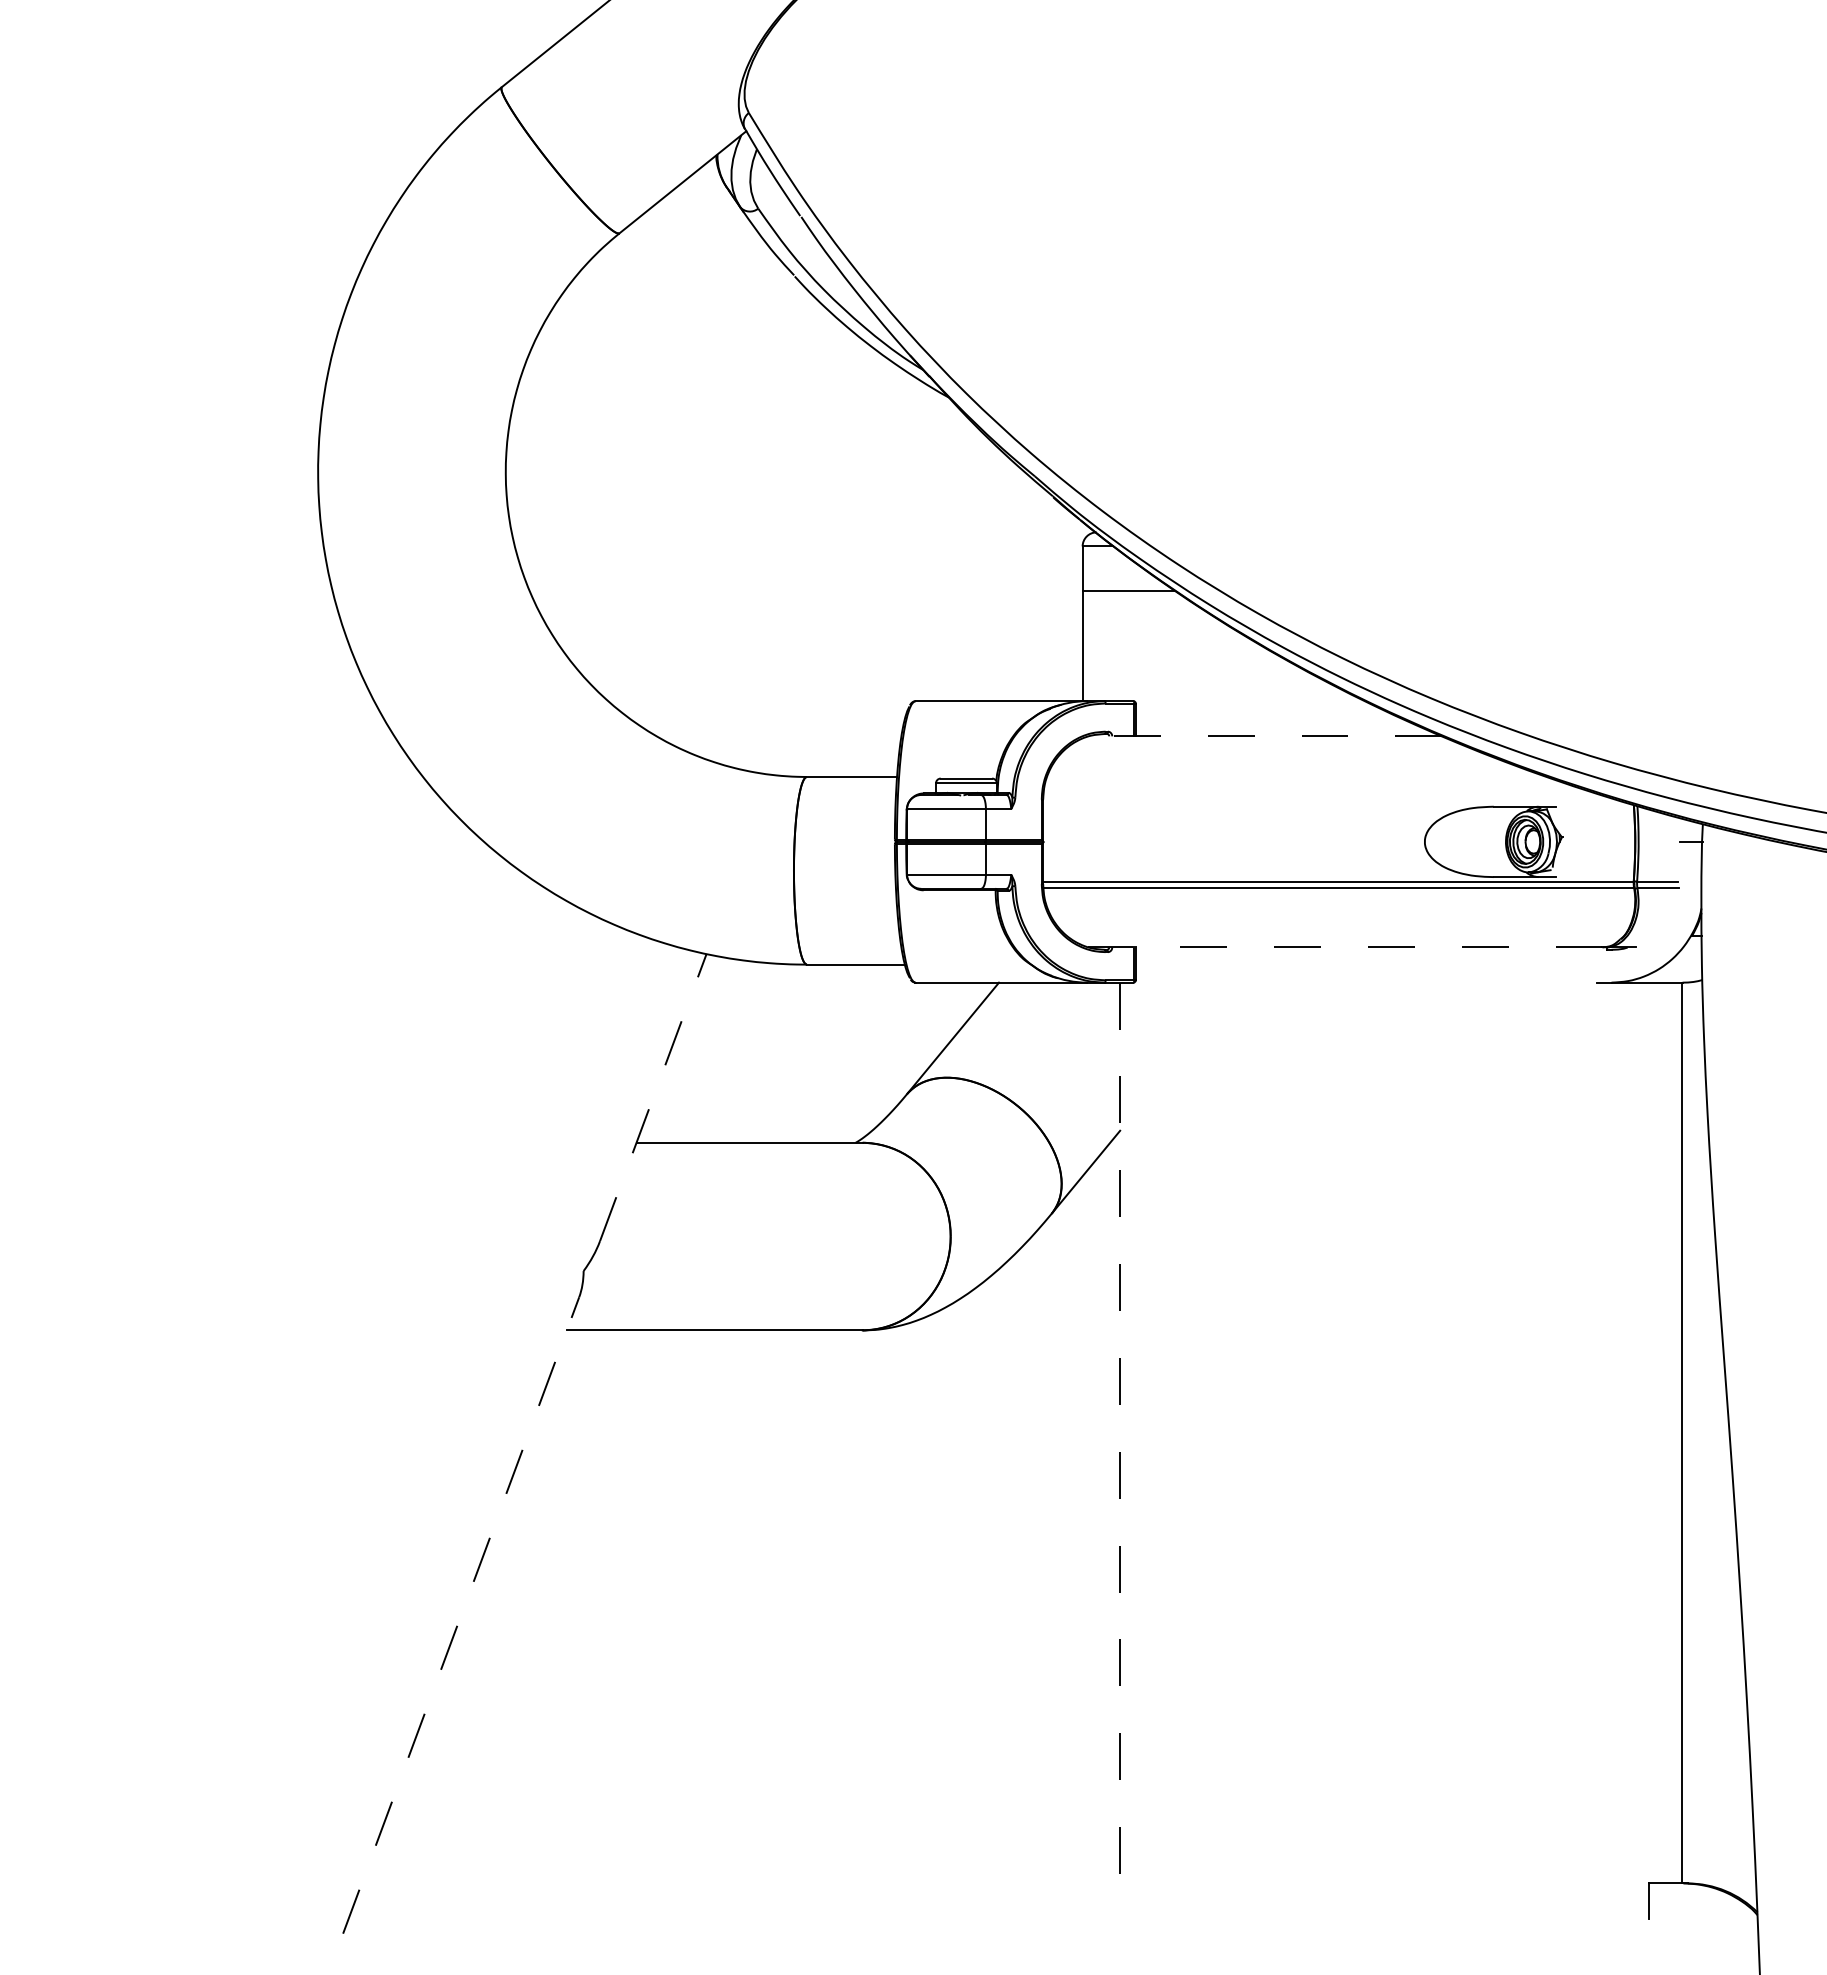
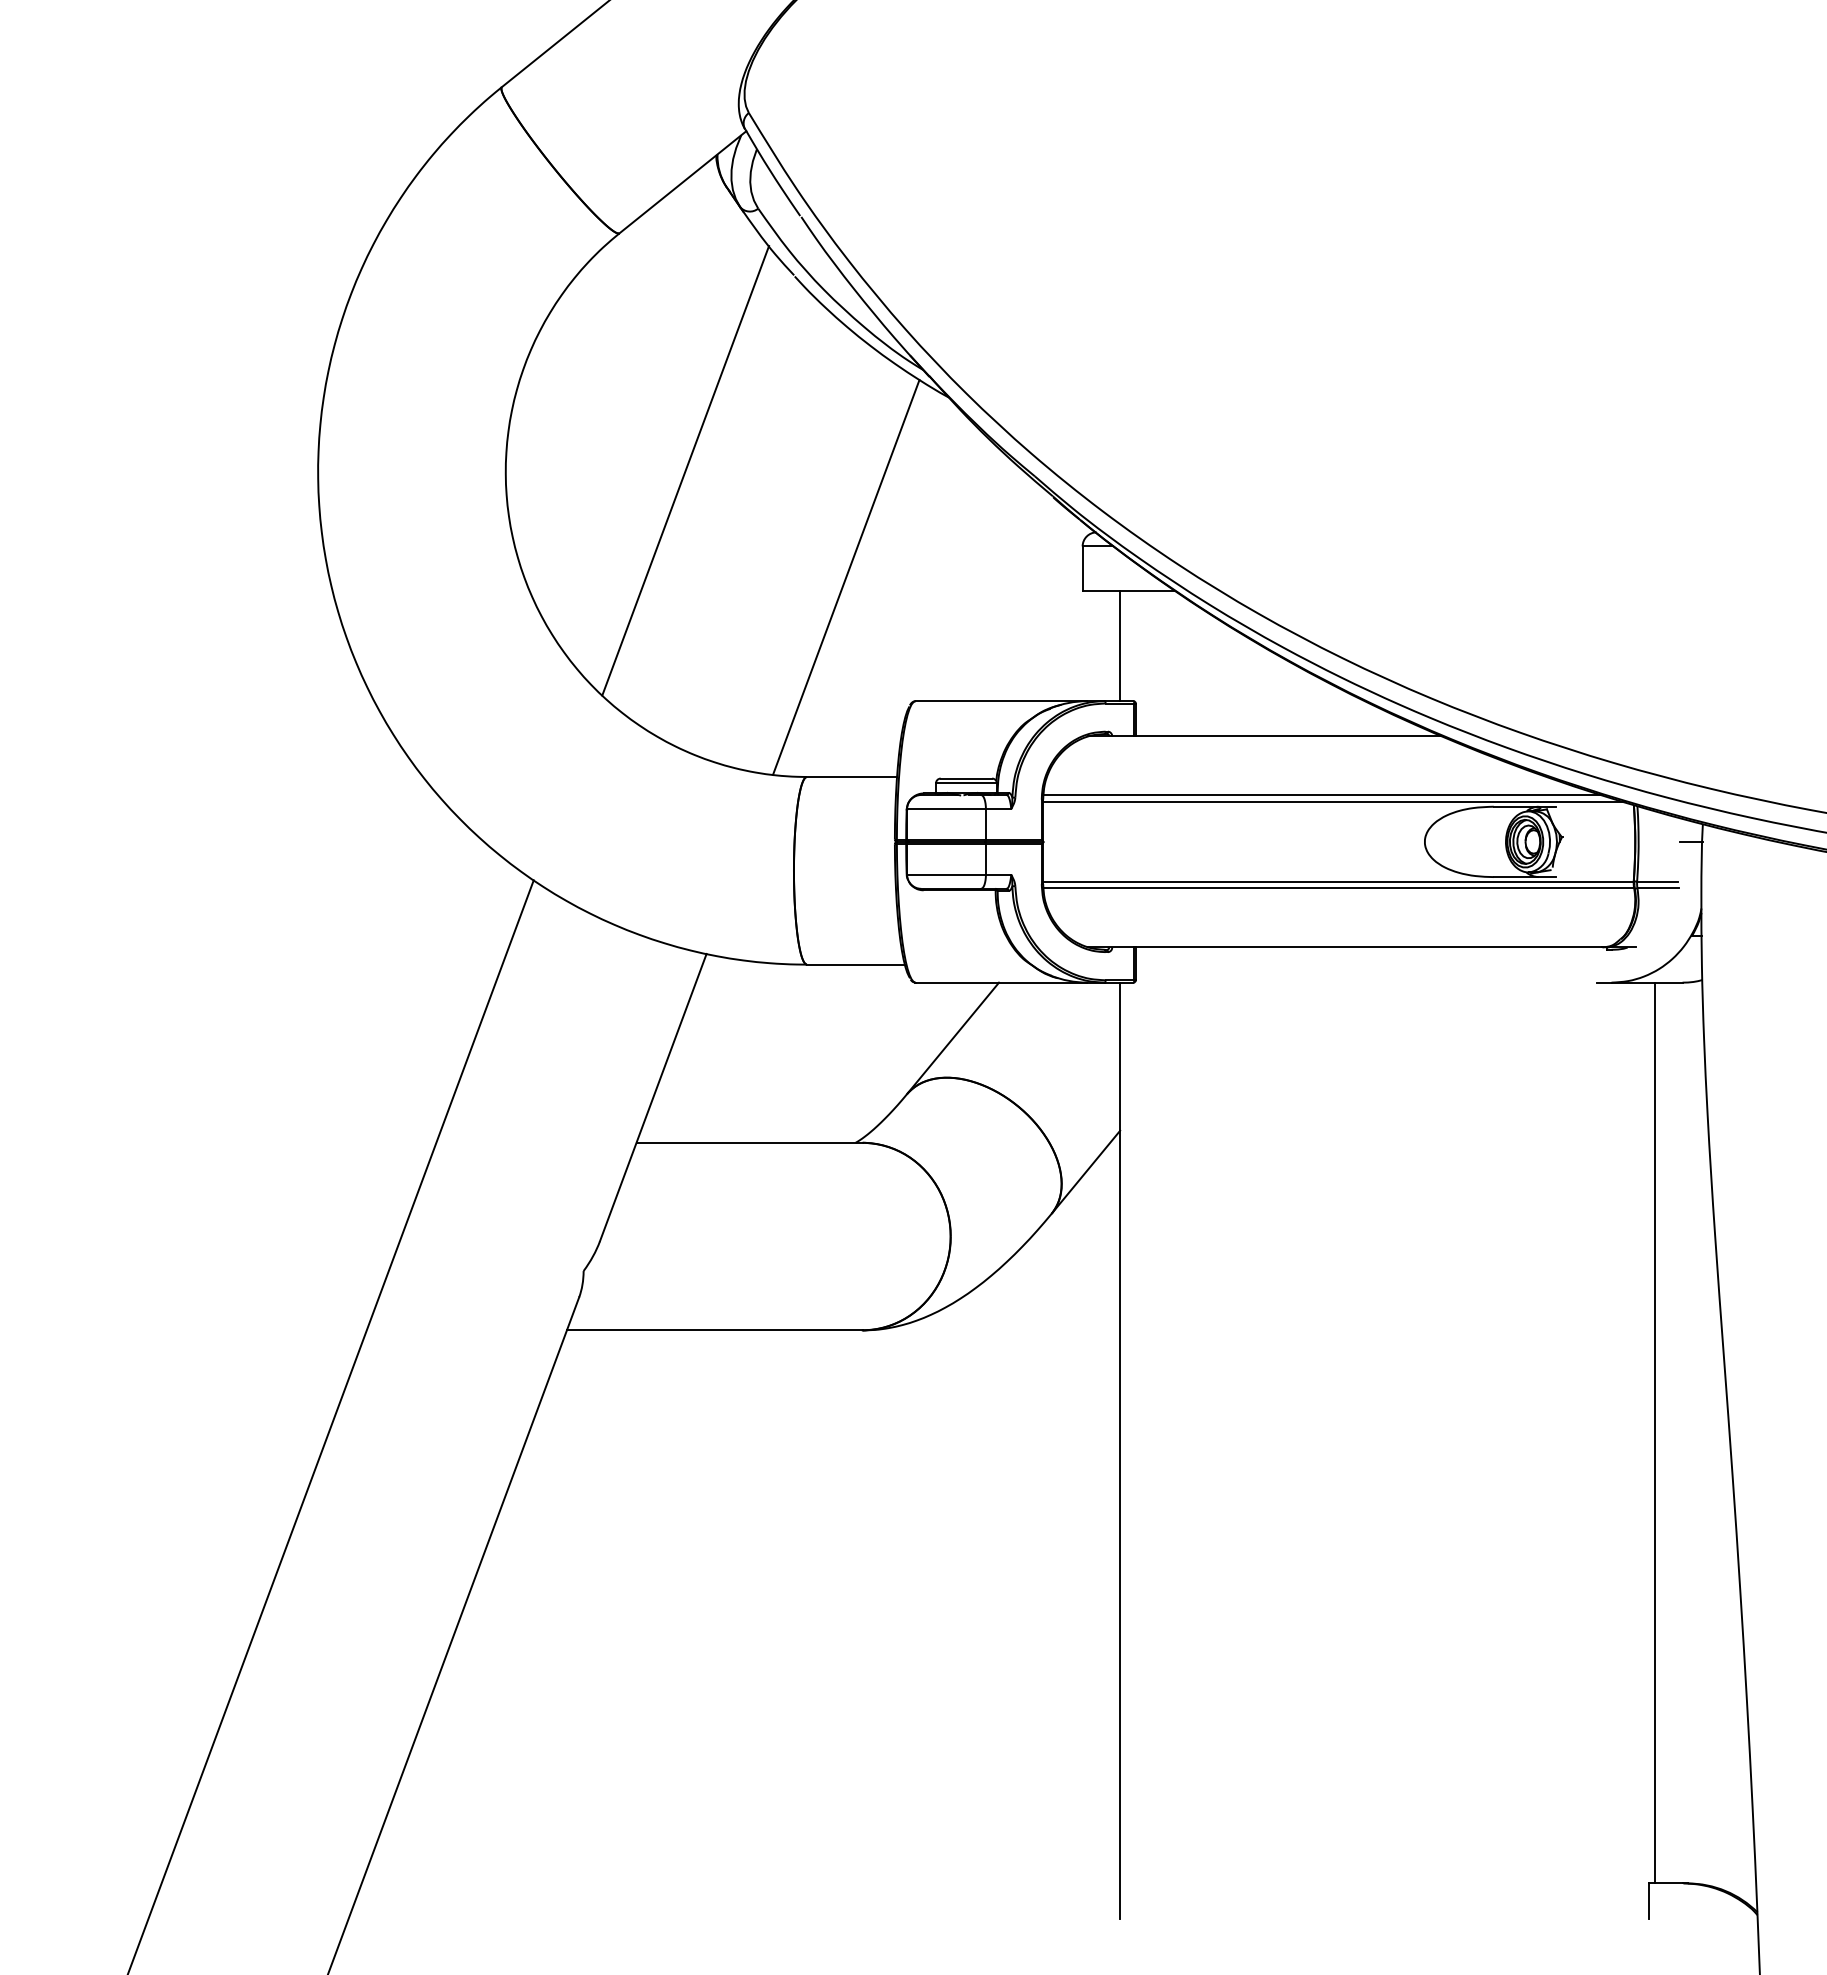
line at (685, 470): none -> present
line at (846, 577): none -> present
line at (1083, 646) position: (1083, 646) -> (1120, 646)
line at (1265, 736): dashed -> solid
line at (1322, 795): none -> present
line at (1334, 802): none -> present
line at (1344, 947): dashed -> solid
line at (653, 1097): dashed -> solid
line at (330, 1425): none -> present
line at (1681, 1432) position: (1681, 1432) -> (1654, 1432)
line at (1120, 1451): dashed -> solid
line at (453, 1635): dashed -> solid
